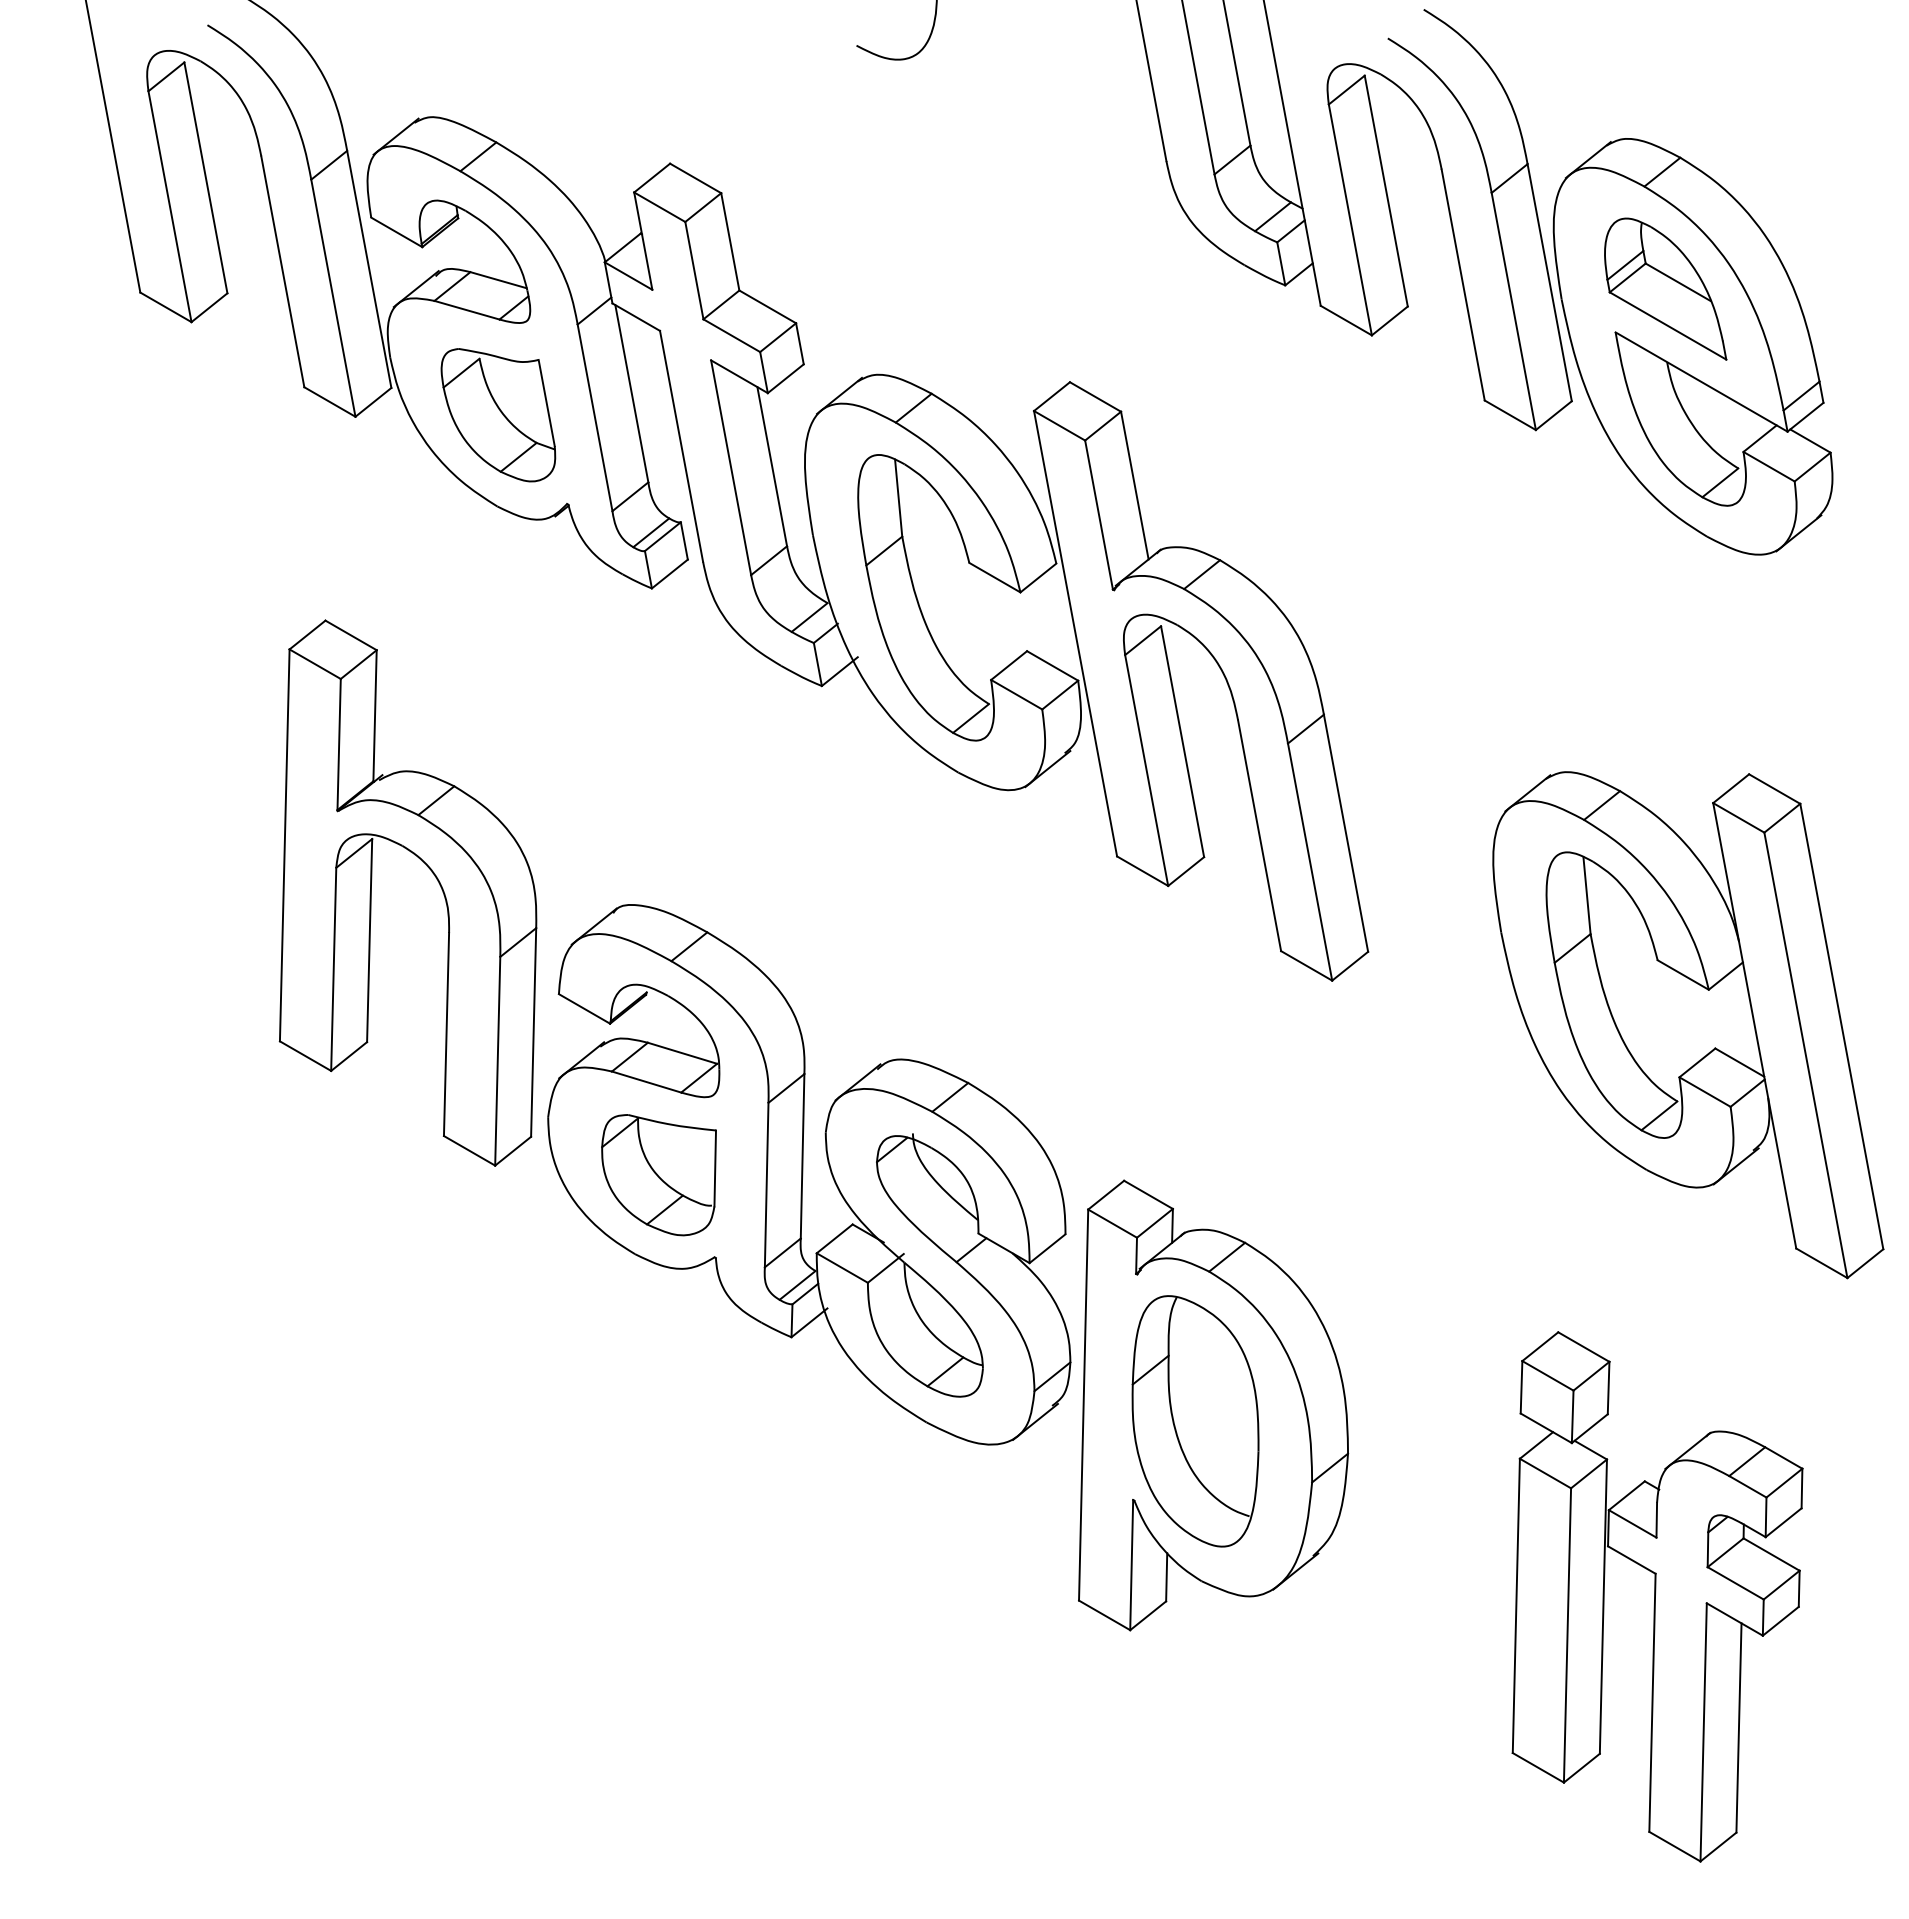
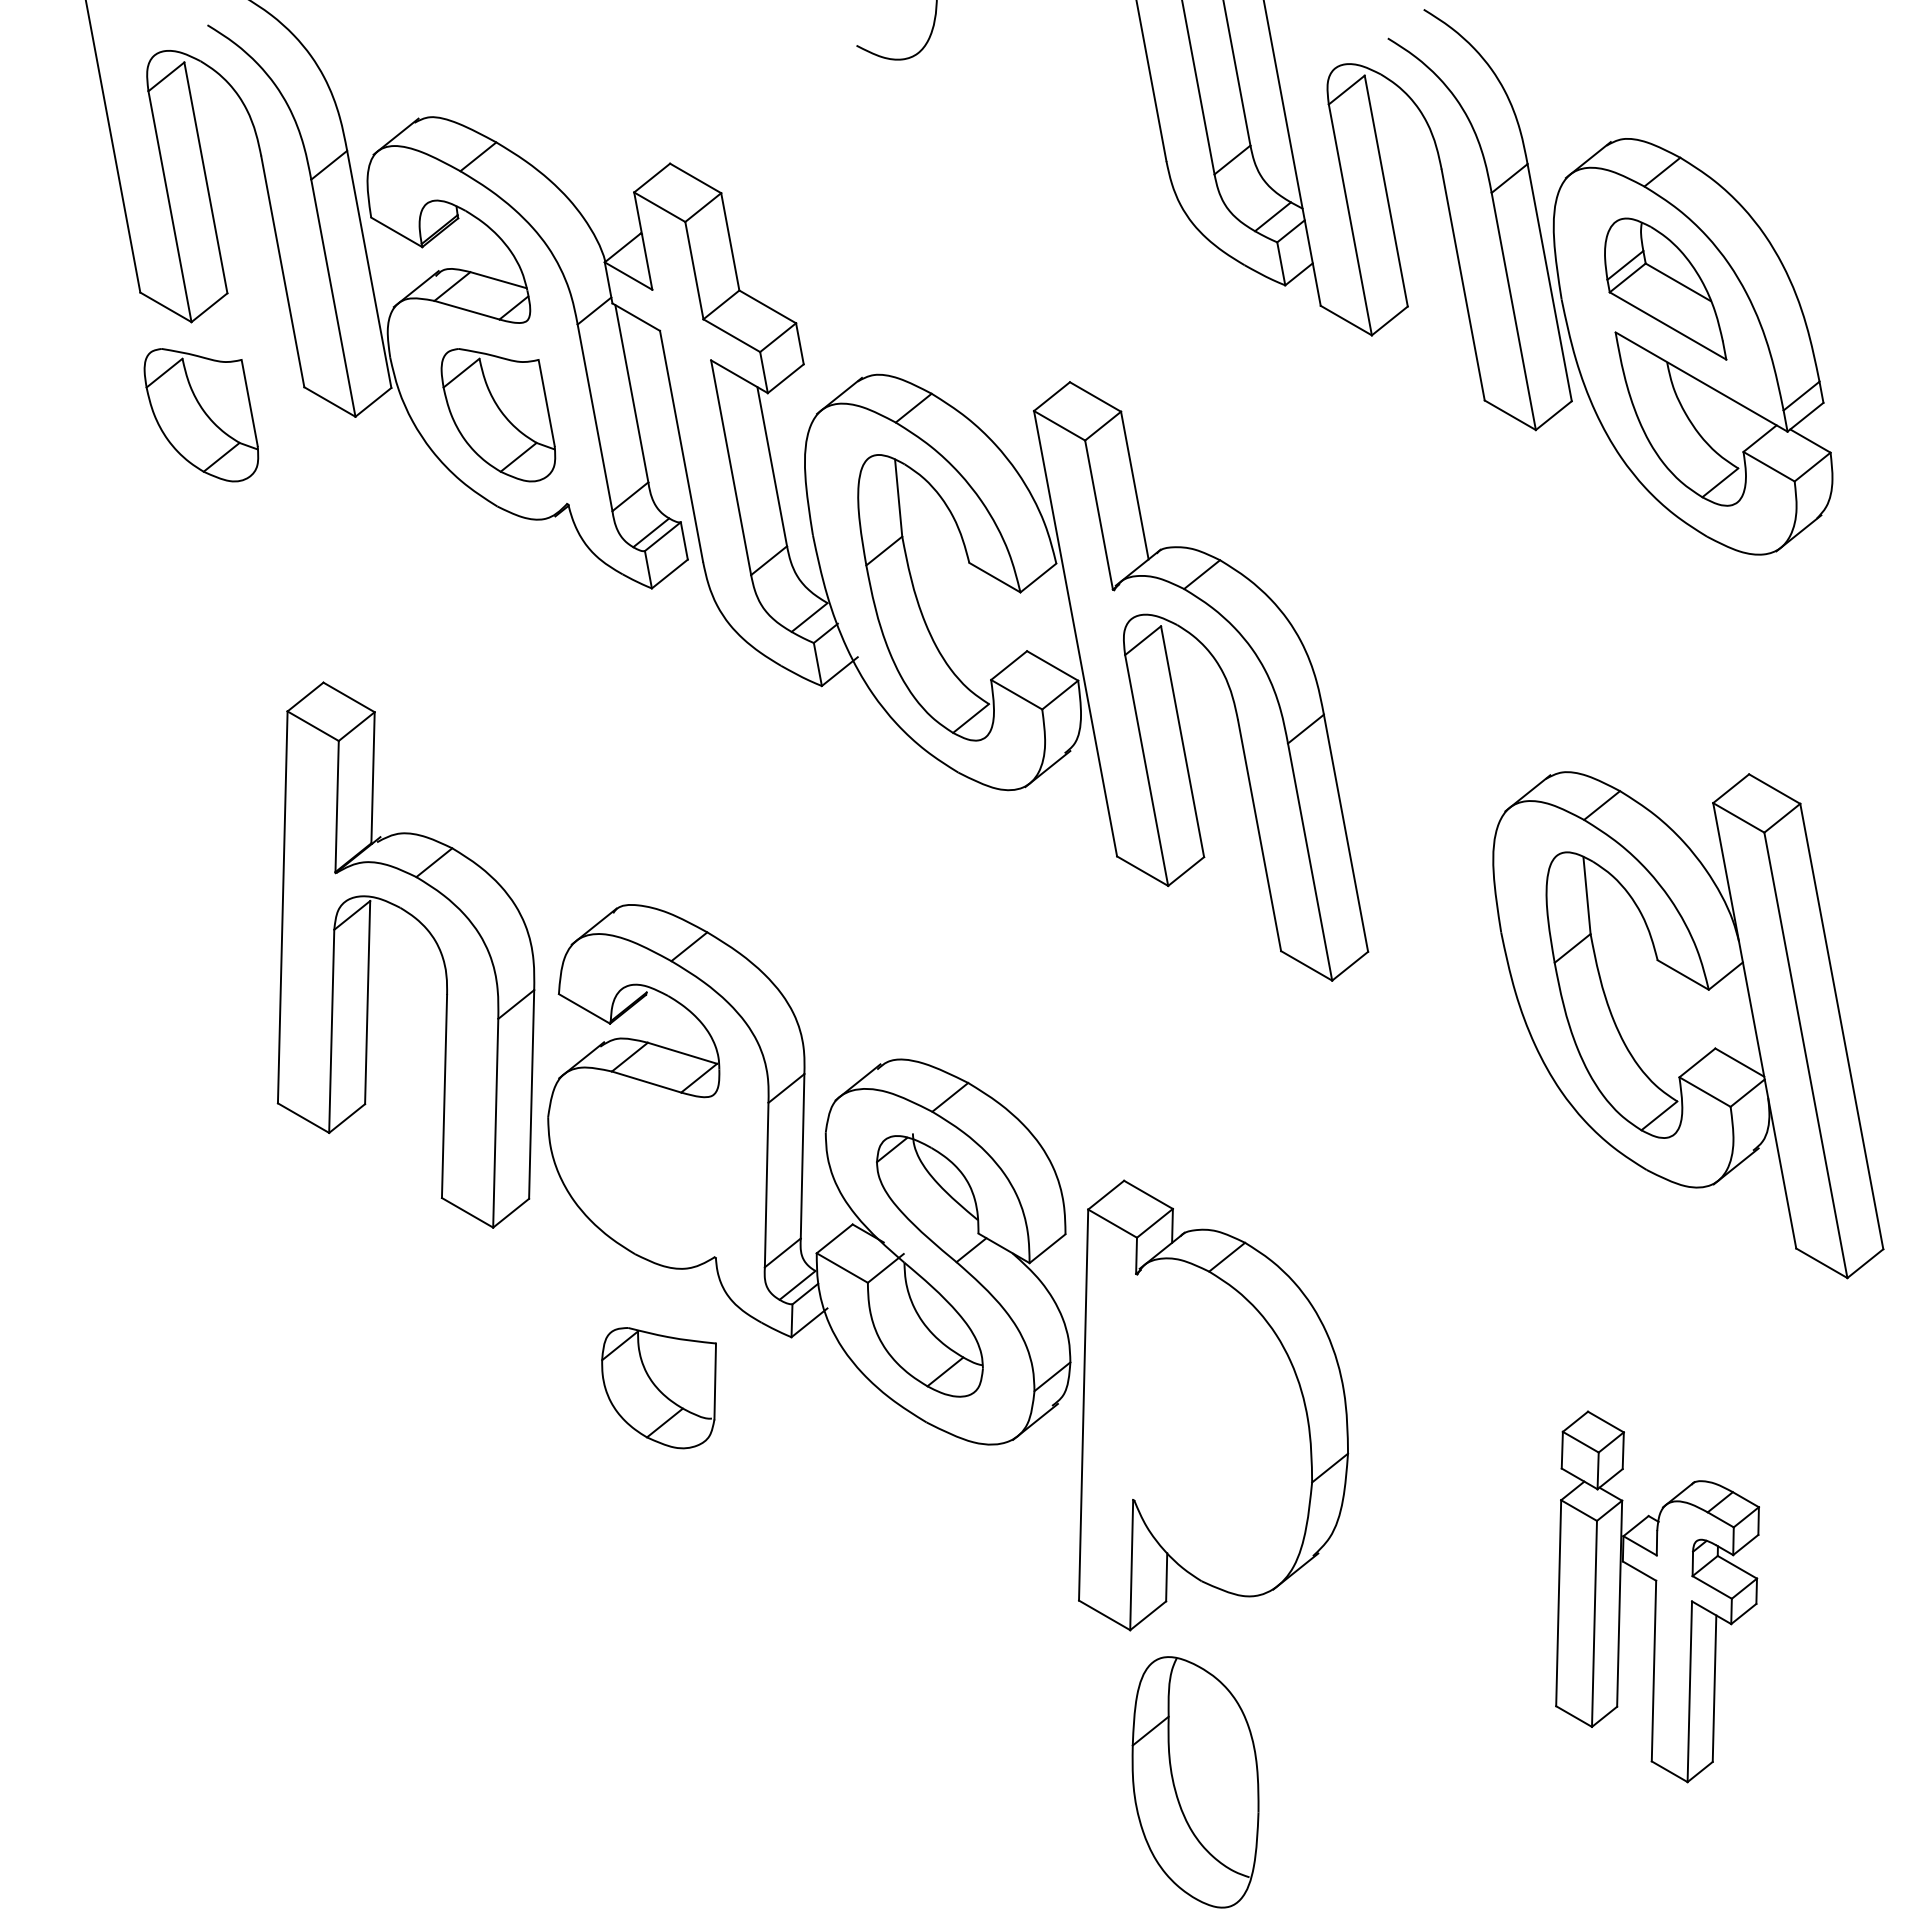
part at (201, 415): none -> present
part at (431, 872) position: (431, 872) -> (429, 934)
part at (658, 1175) position: (658, 1175) -> (658, 1388)
part at (1195, 1421) position: (1195, 1421) -> (1195, 1782)
part at (1657, 1596) size: 293x532 px -> 205x374 px
